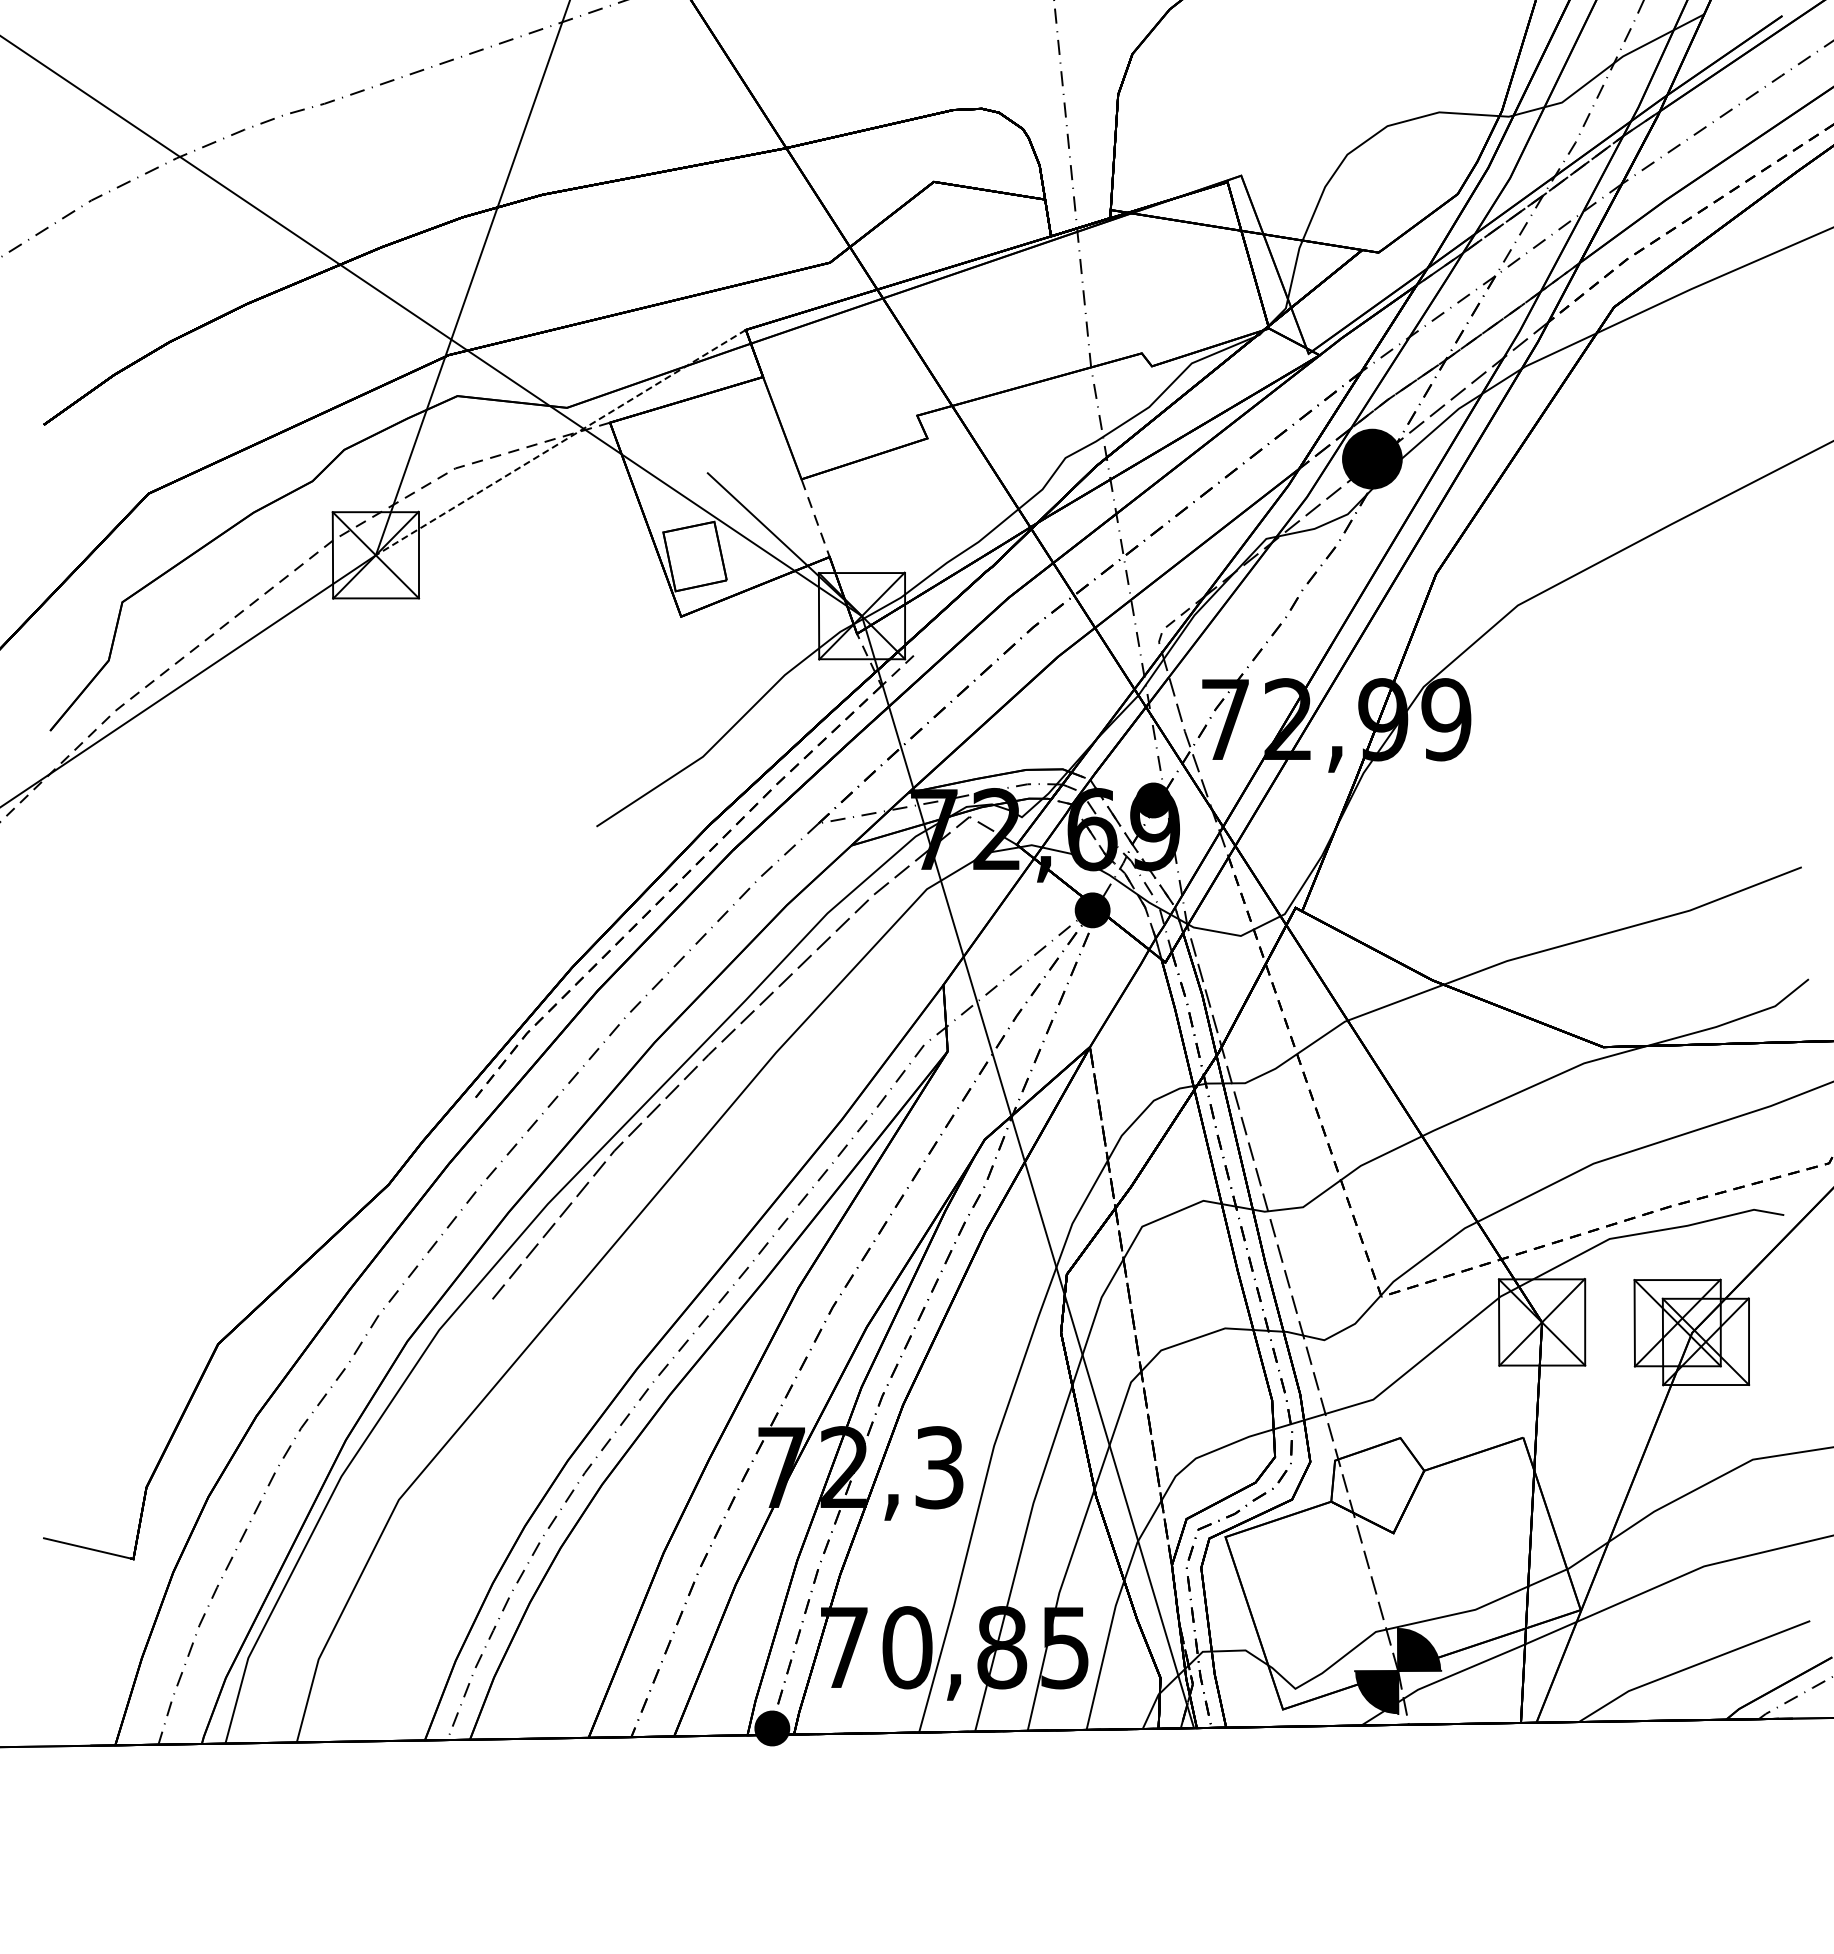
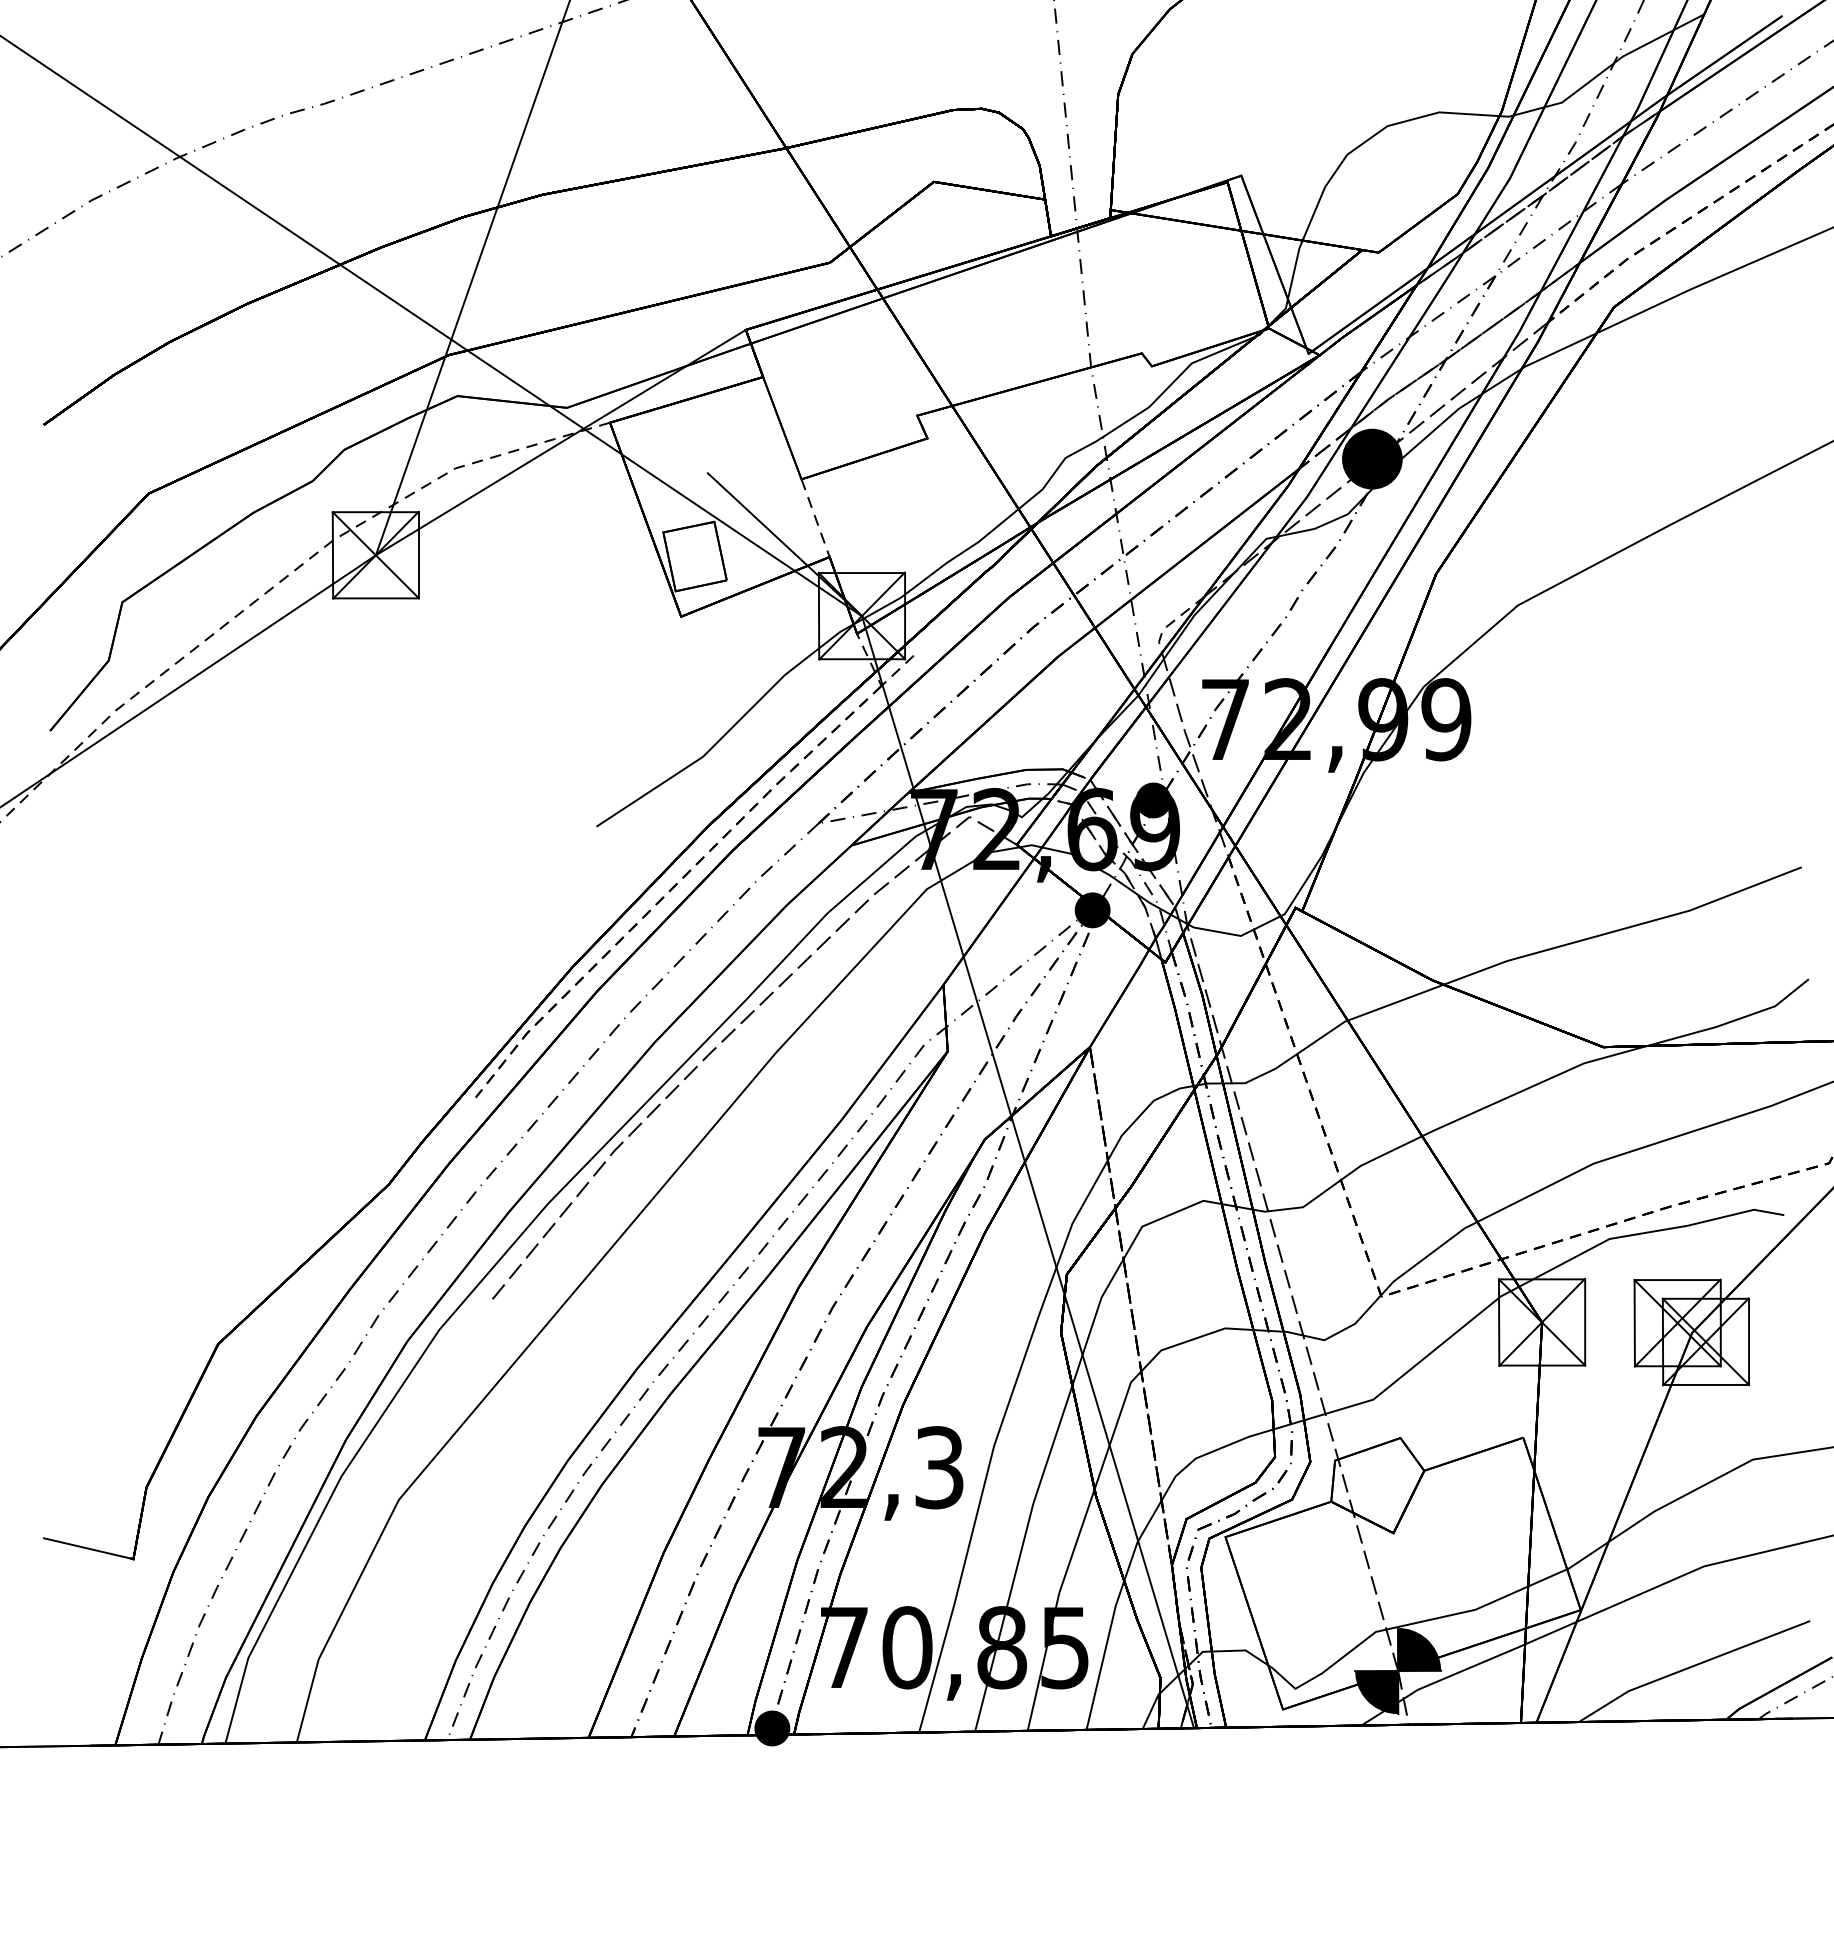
line at (560, 442): dashed -> solid
